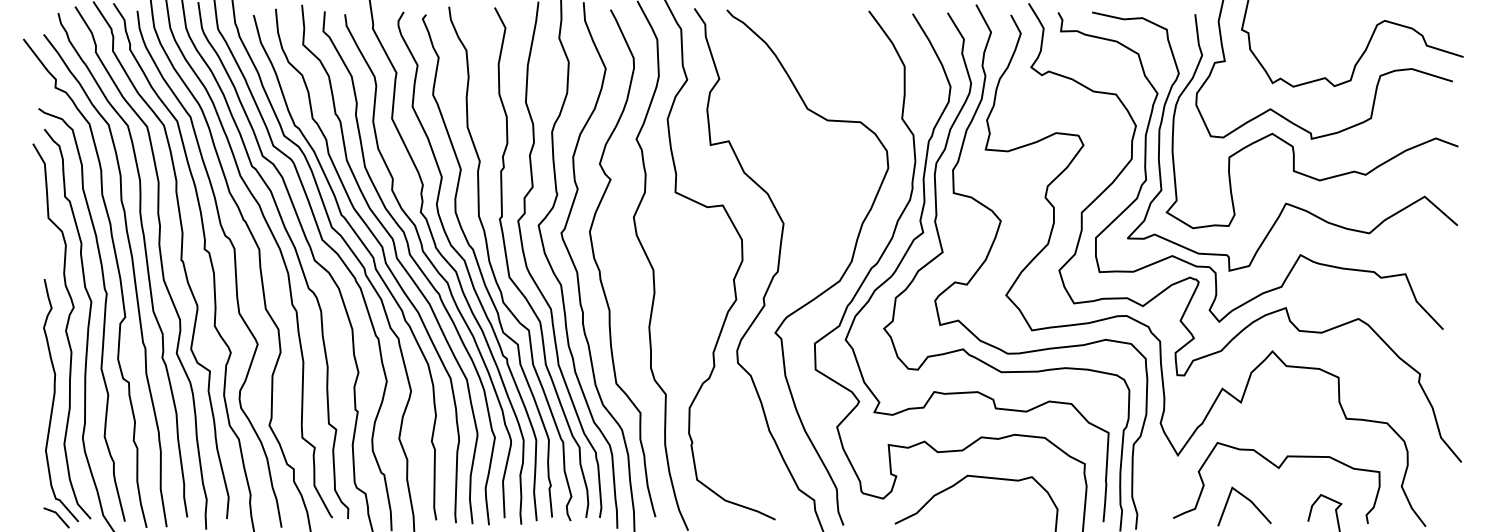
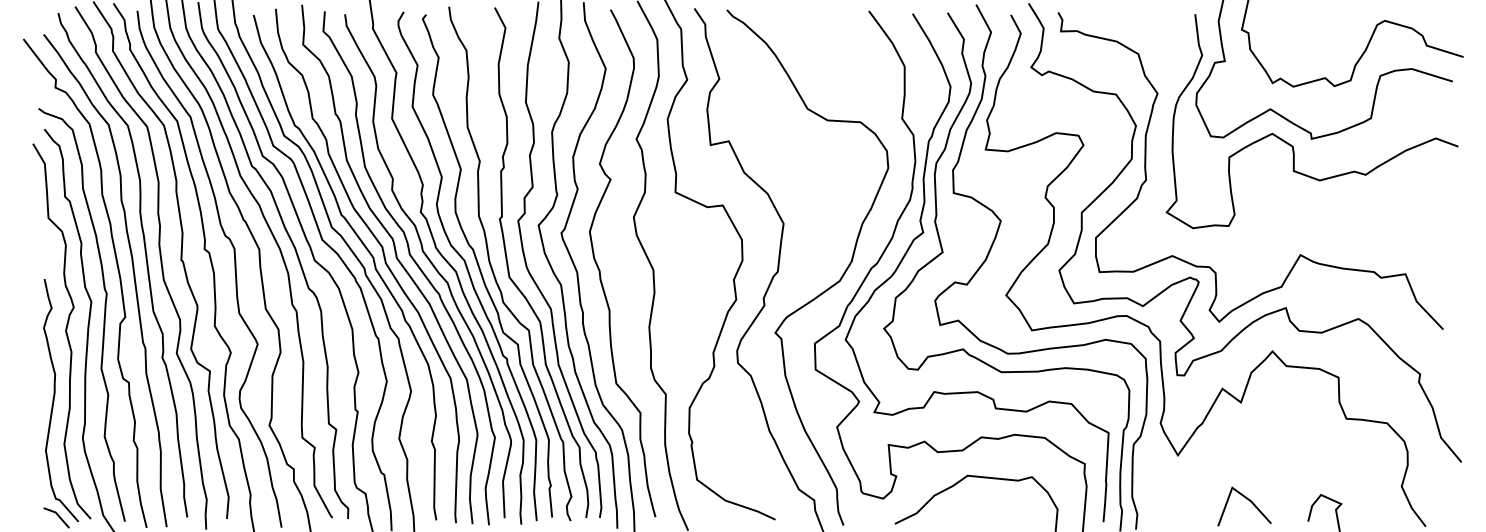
curve at (1285, 202): present -> none
curve at (1277, 468): present -> none
